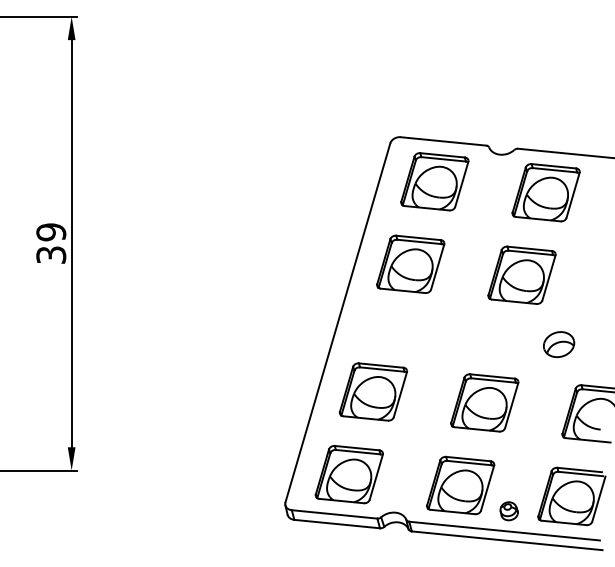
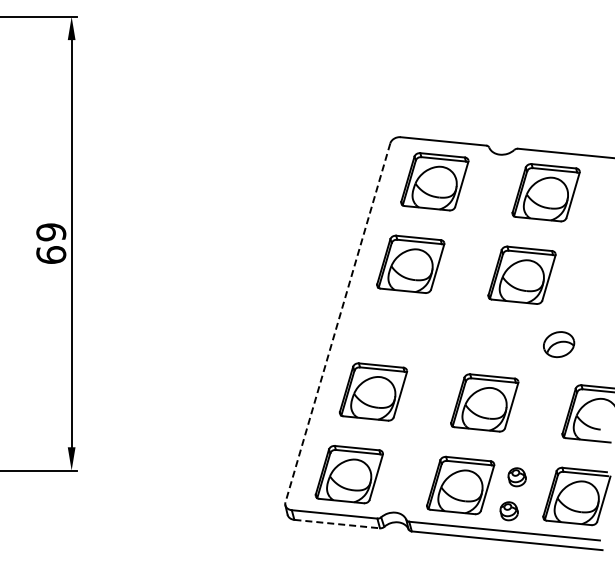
text at (51, 254): 39 -> 69
line at (337, 322): solid -> dashed
part at (516, 477): none -> present
part at (571, 496) position: (571, 496) -> (576, 496)
line at (337, 524): solid -> dashed
